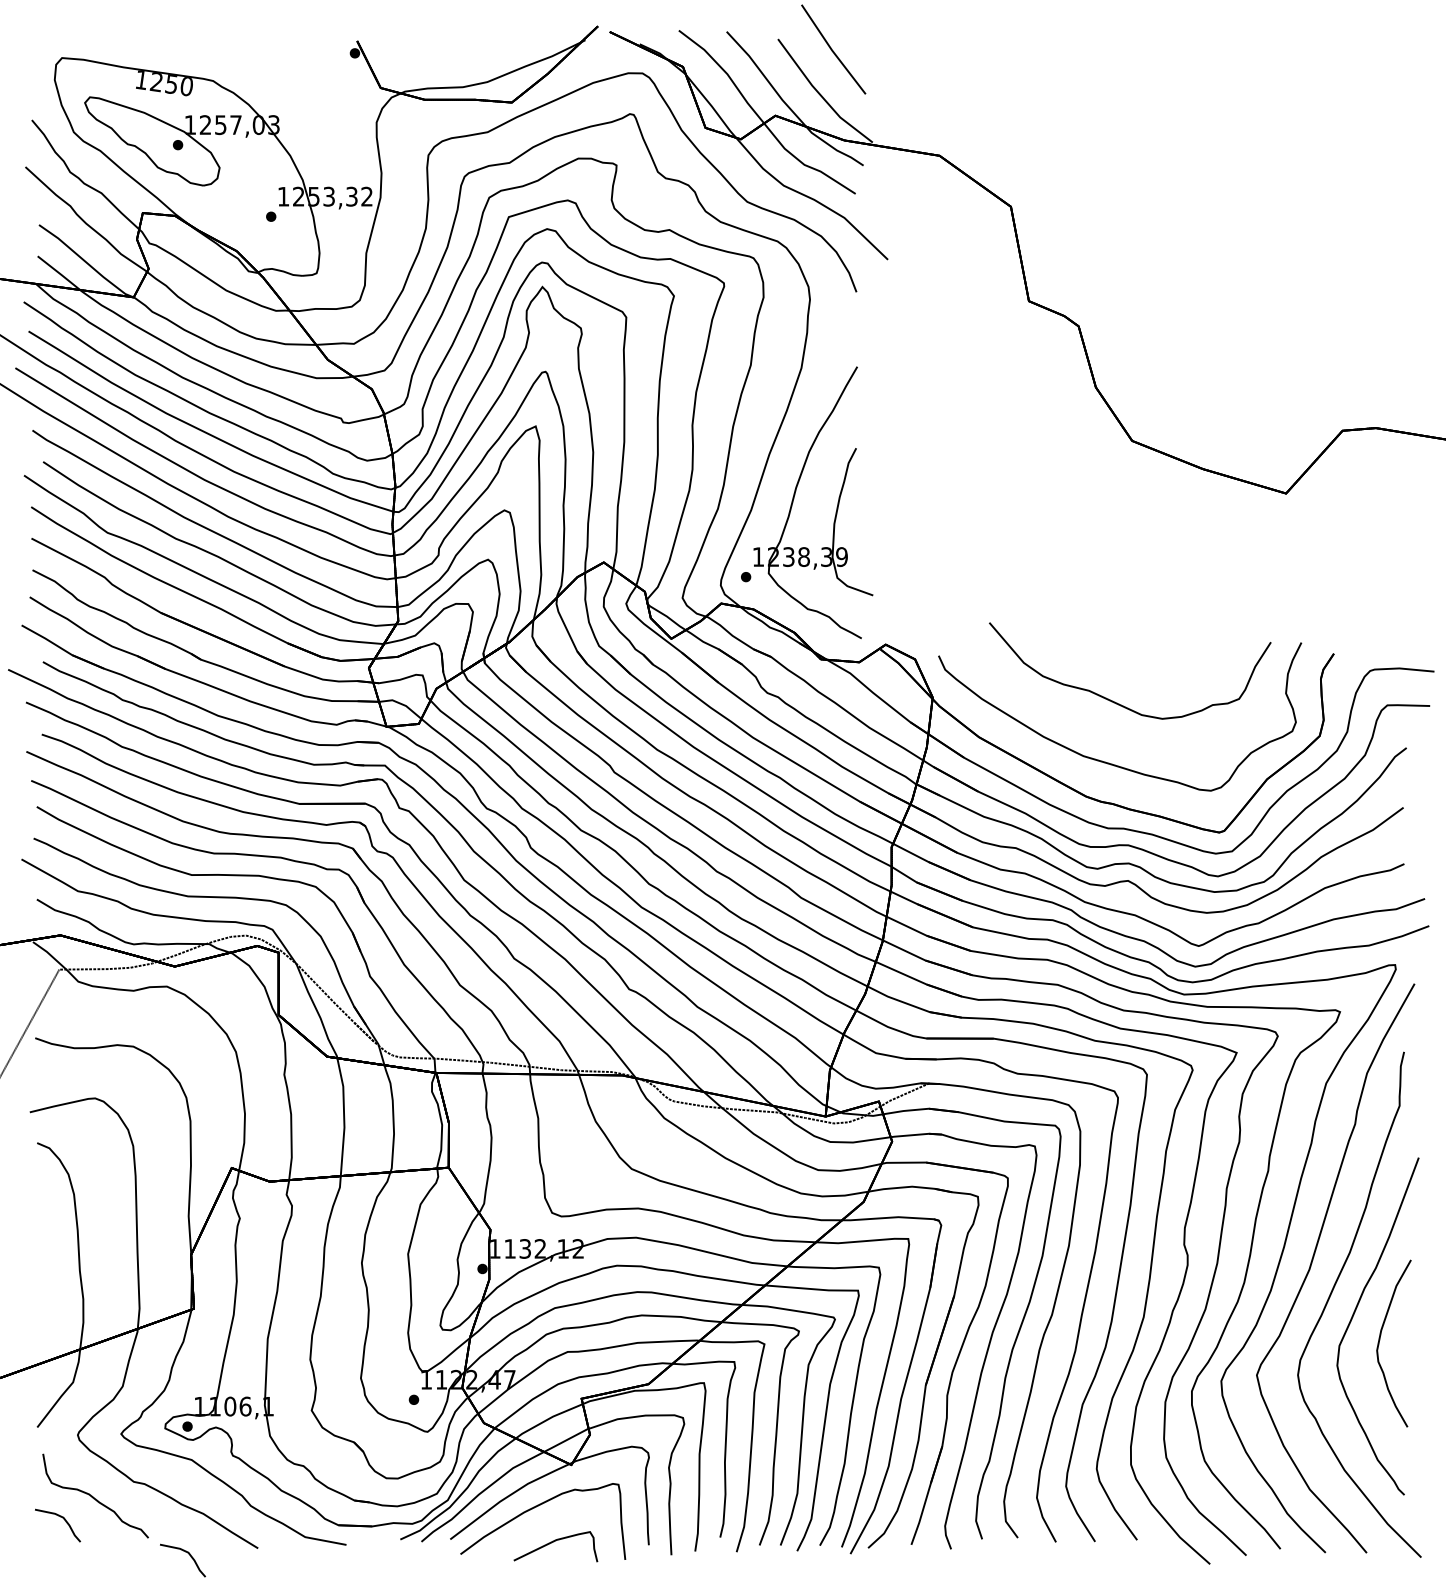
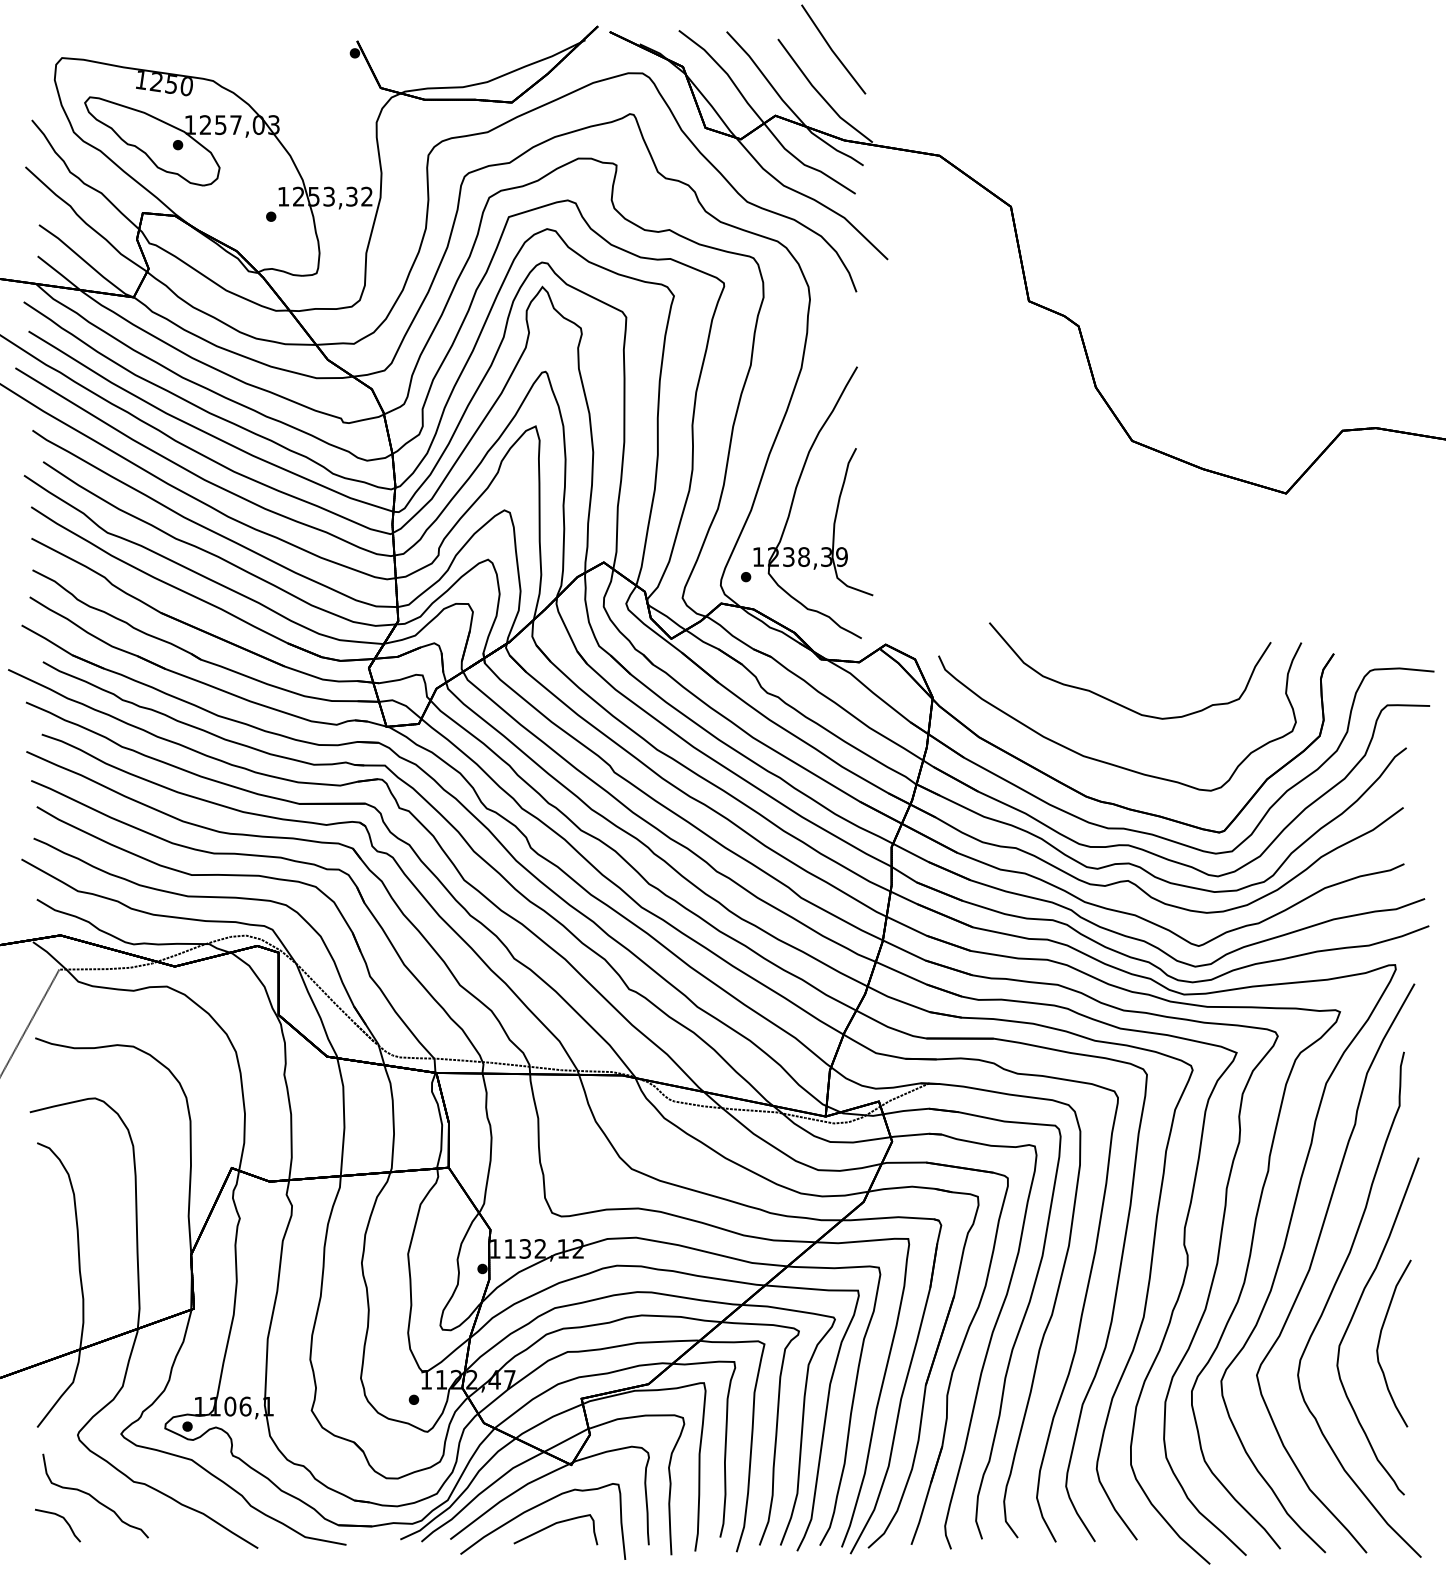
part at (555, 1546) position: (555, 1546) -> (555, 1529)
part at (188, 1554): present -> none
